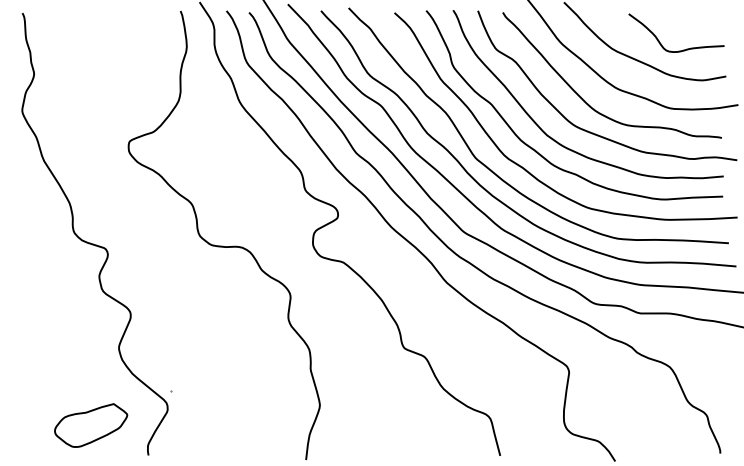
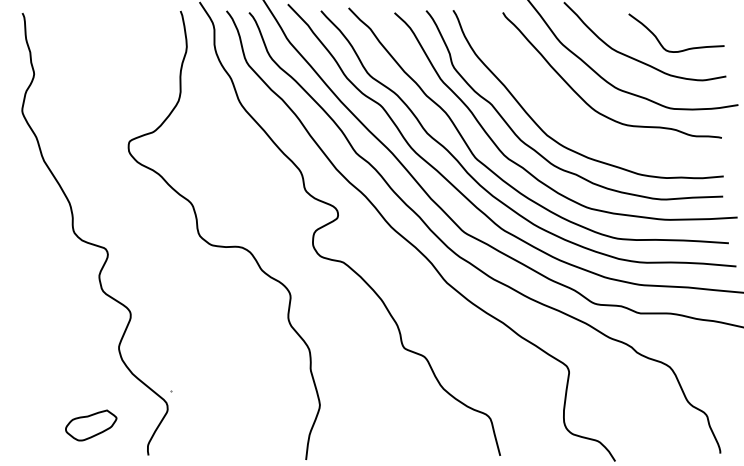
curve at (588, 130): present -> none
part at (91, 425) size: 75x45 px -> 53x33 px
